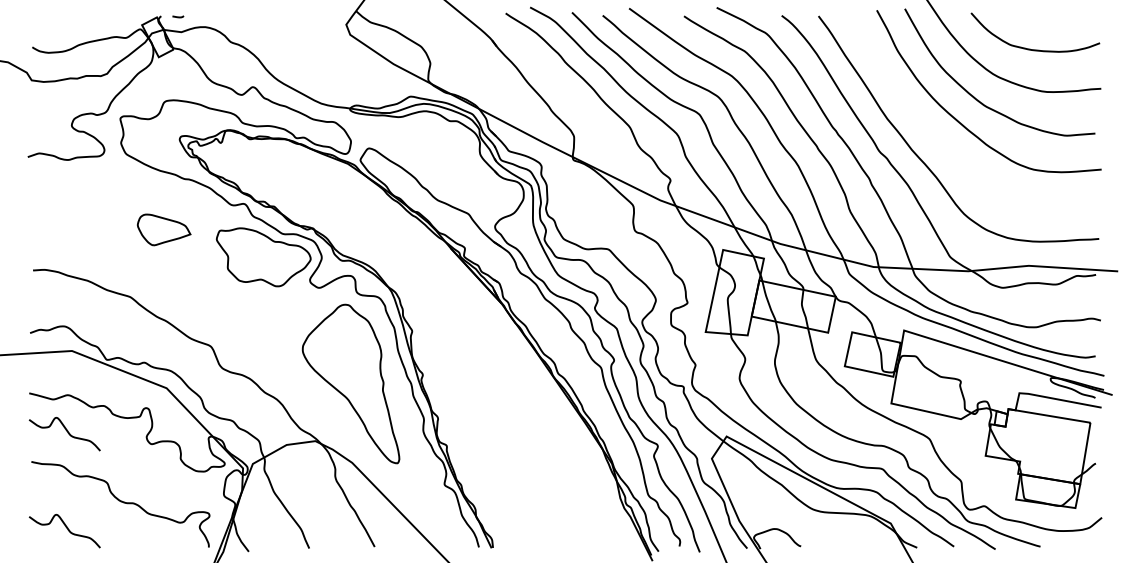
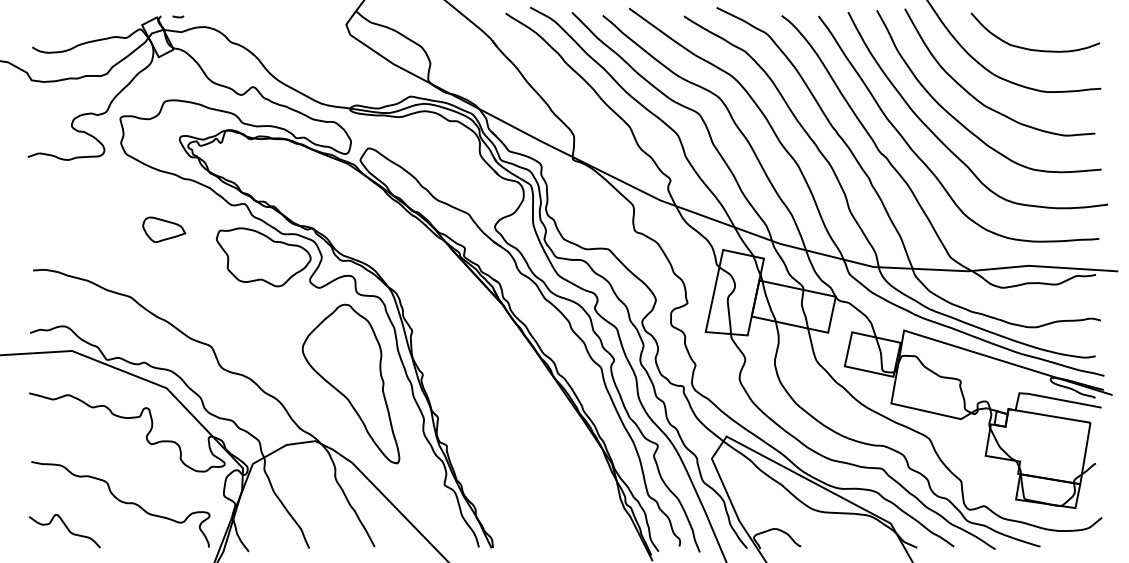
curve at (944, 143): none -> present
part at (164, 229) size: 55x34 px -> 45x27 px
curve at (66, 431): present -> none
